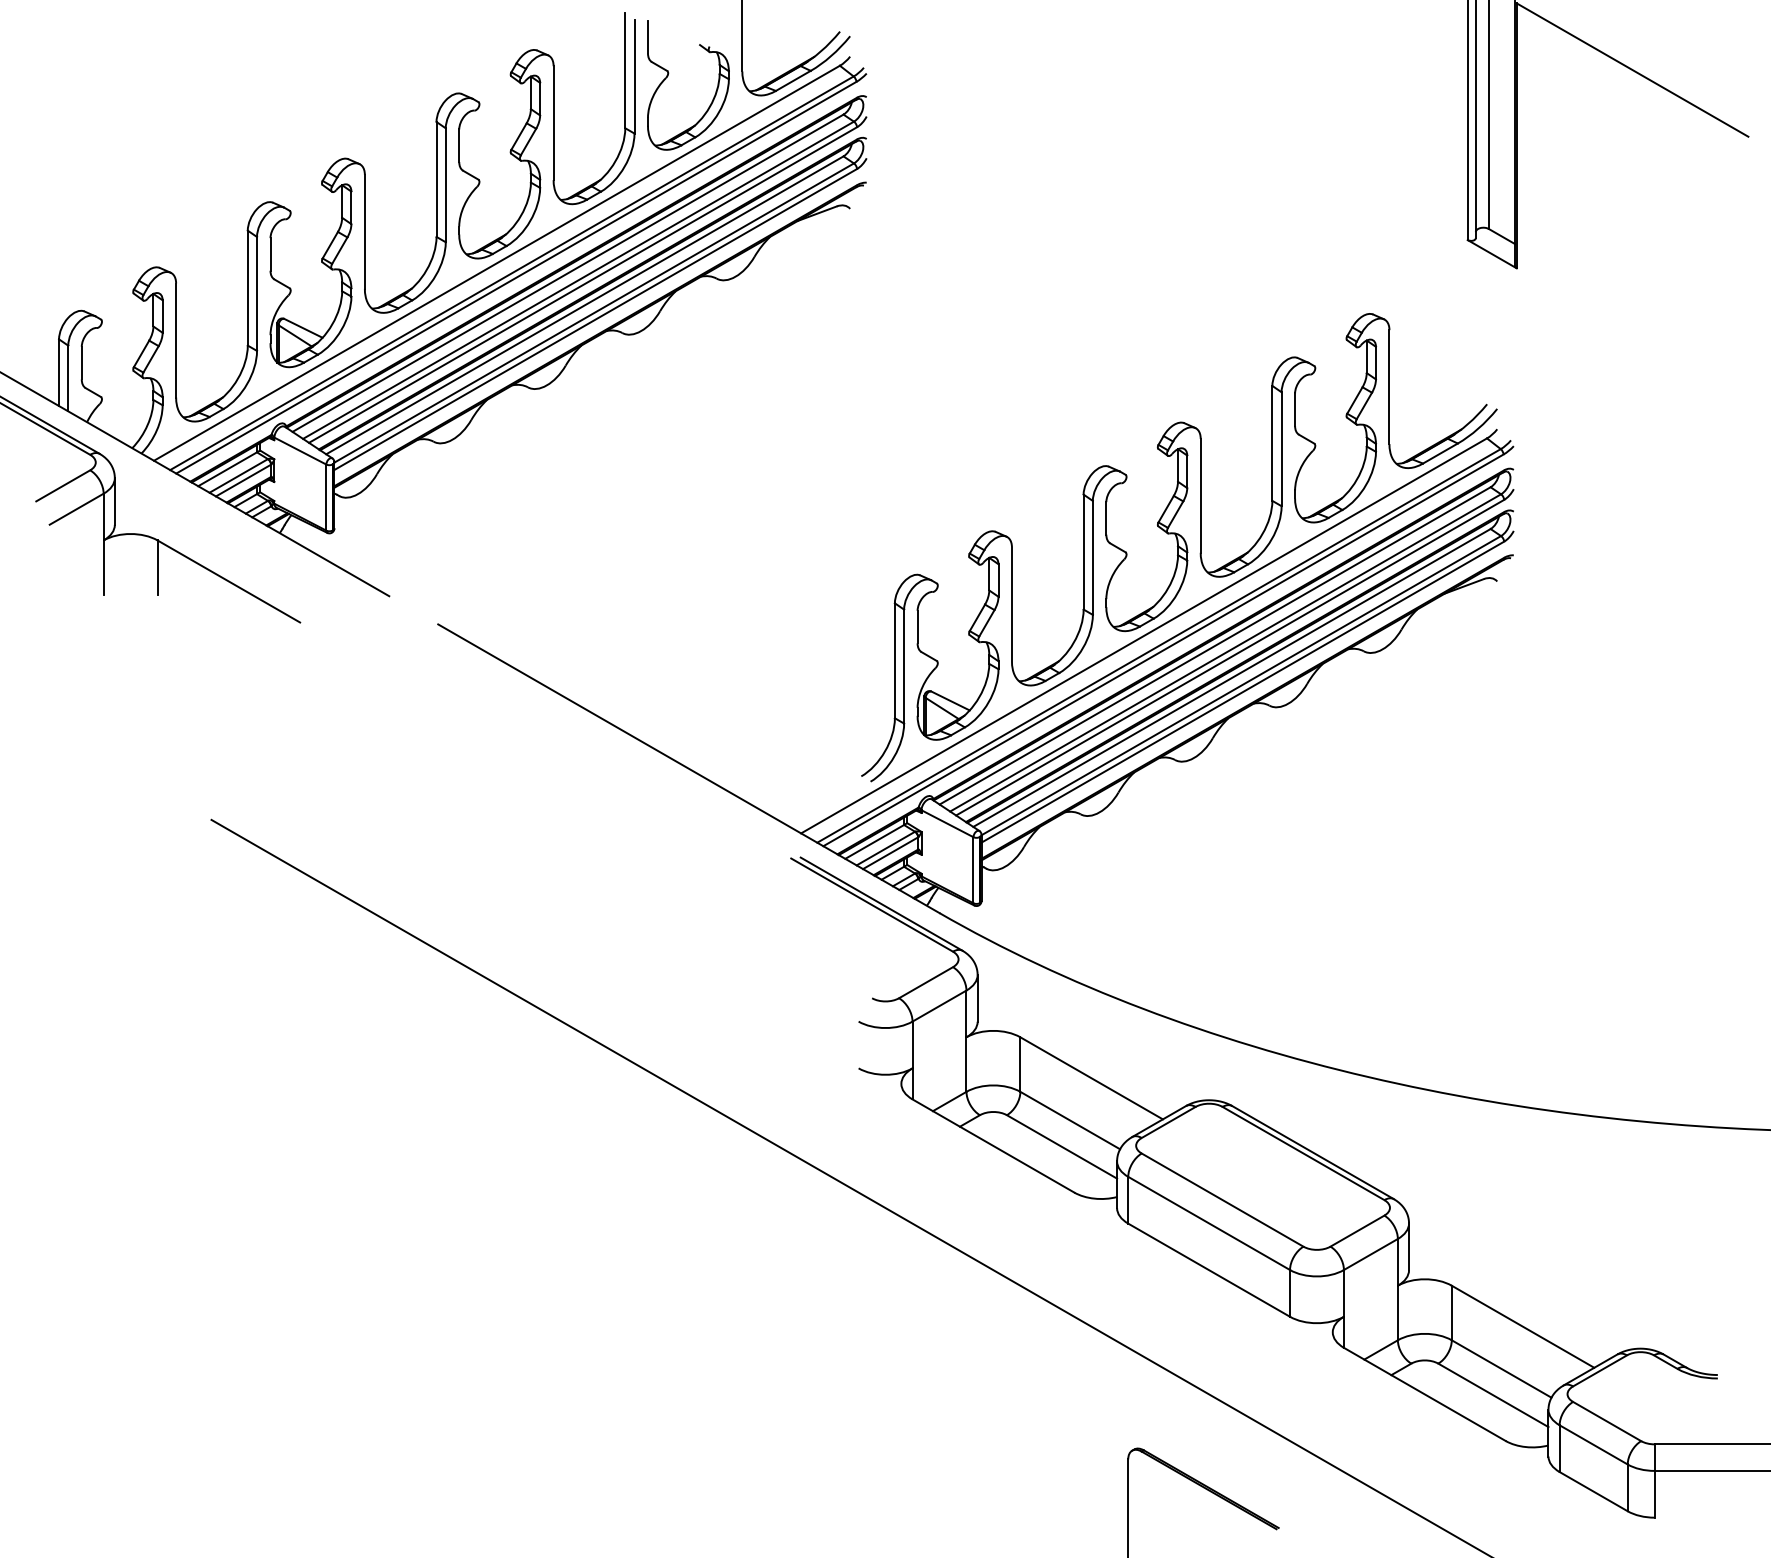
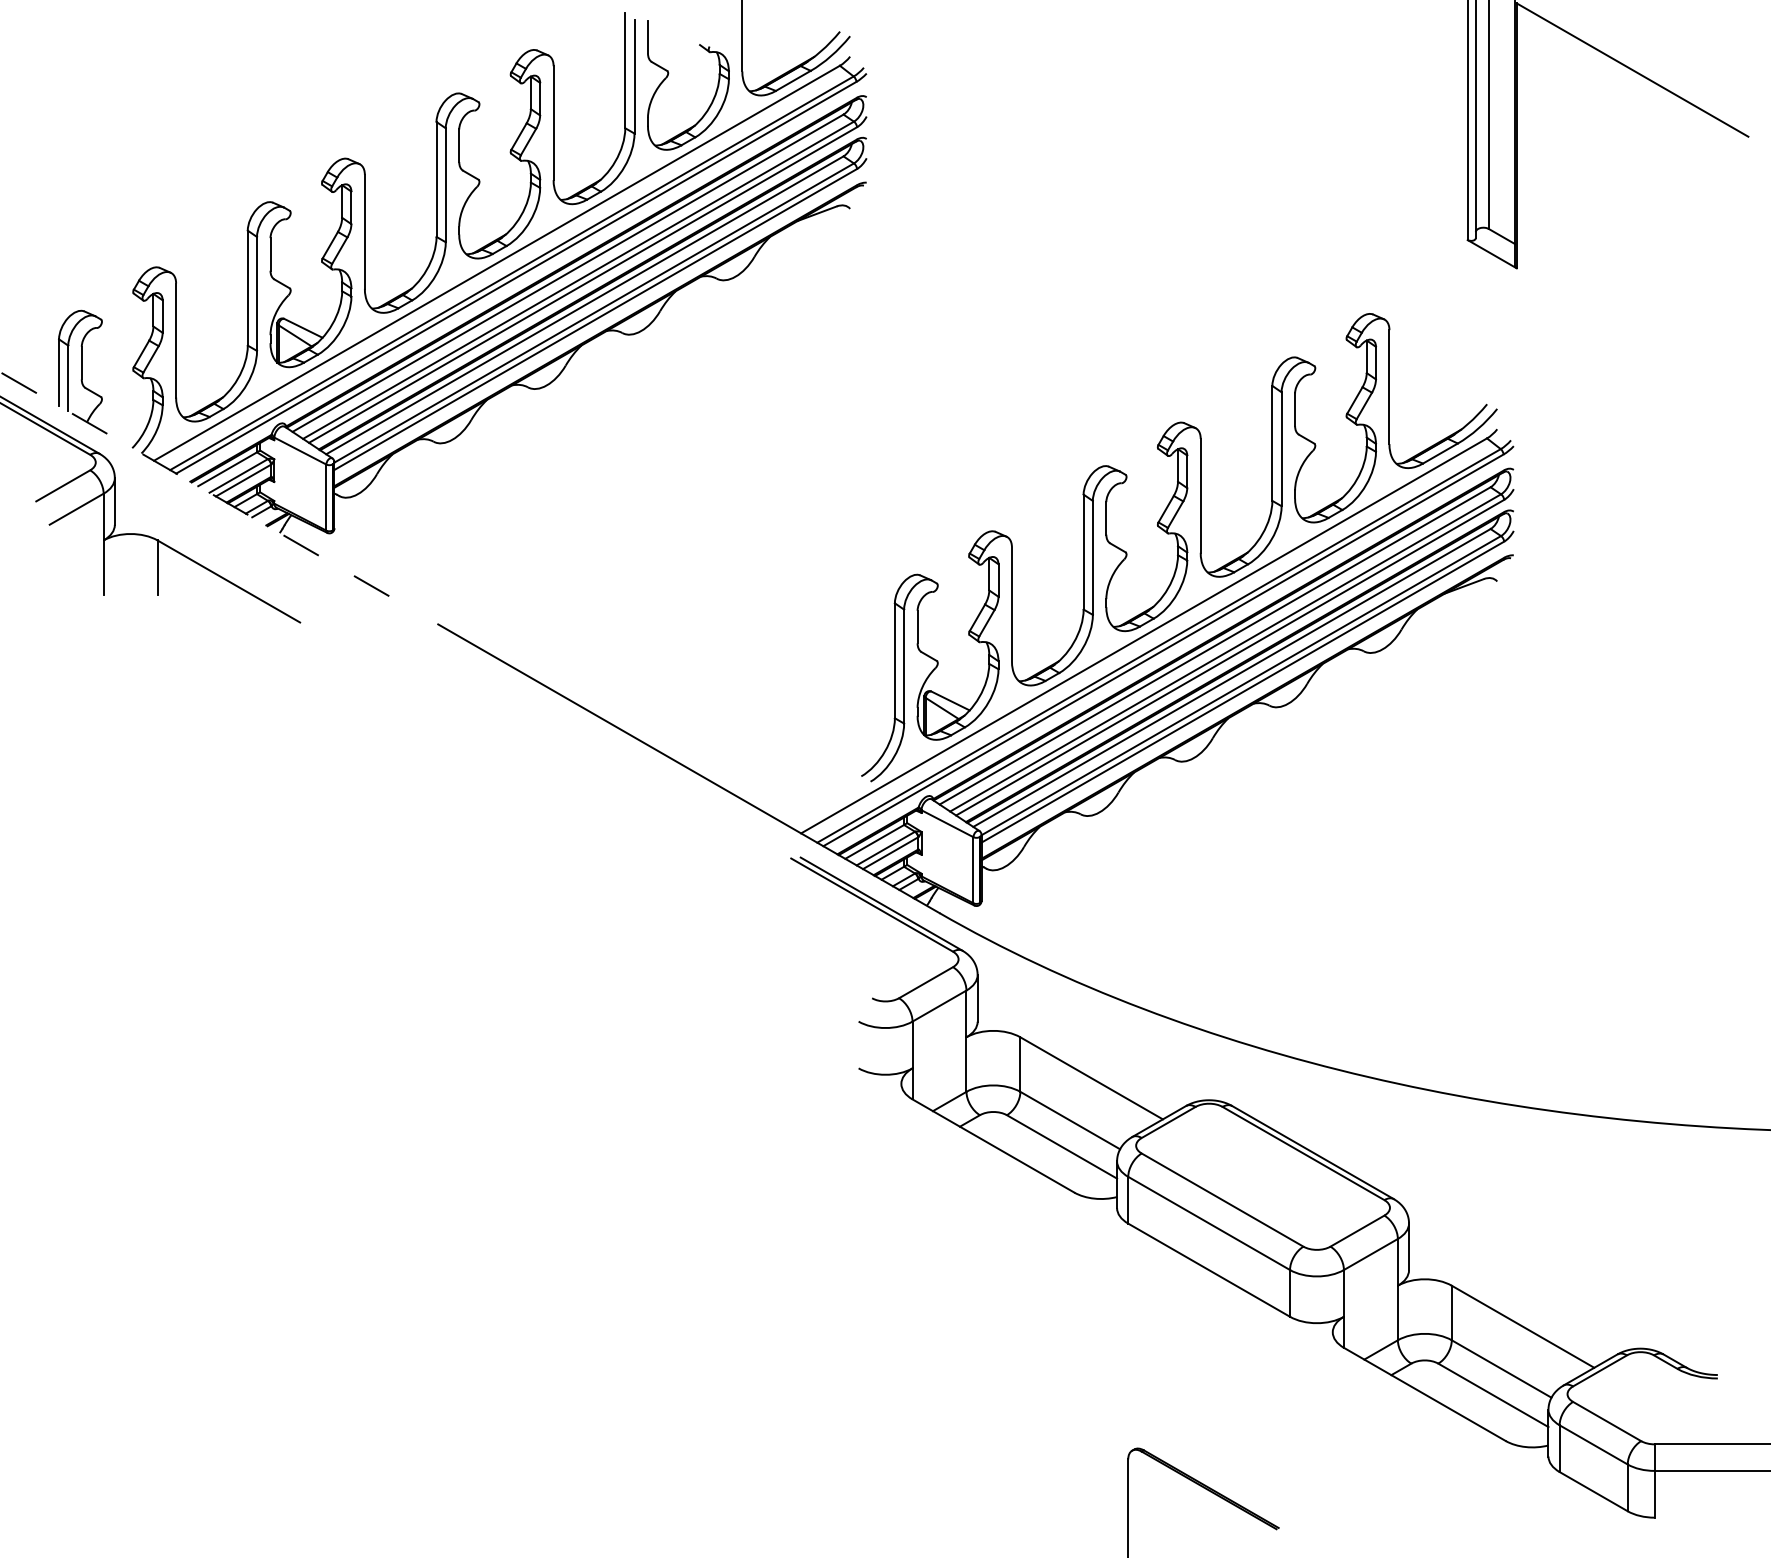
line at (194, 484): solid -> dashed
line at (849, 1186): present -> none
